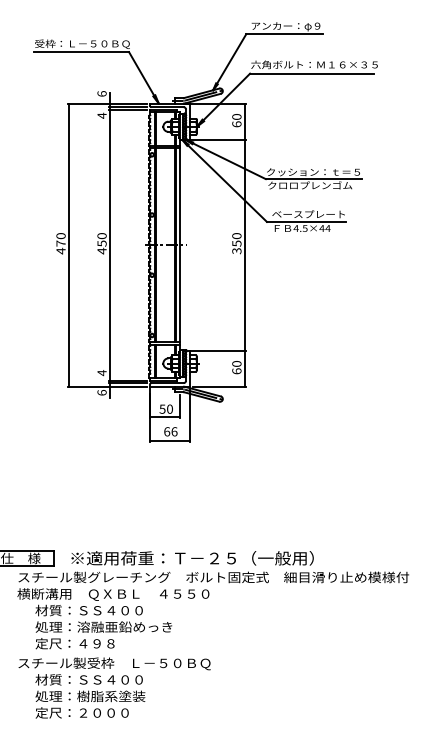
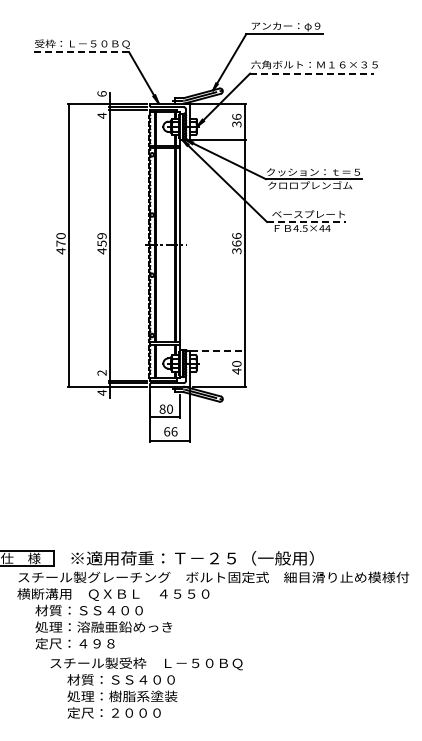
line at (81, 52): solid -> dashed
line at (312, 73): solid -> dashed
text at (236, 120): 60 -> 36
line at (306, 221): solid -> dashed
text at (101, 236): 450 -> 459
text at (236, 239): 350 -> 366
line at (218, 350): solid -> dashed
text at (236, 371): 60 -> 40
text at (101, 373): 4 -> 2
text at (101, 392): 6 -> 4
text at (162, 408): 50 -> 80
text at (114, 687) position: (114, 687) -> (146, 687)
